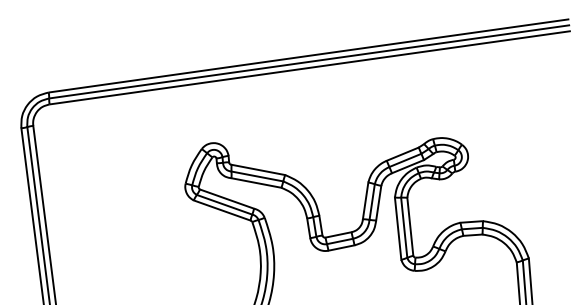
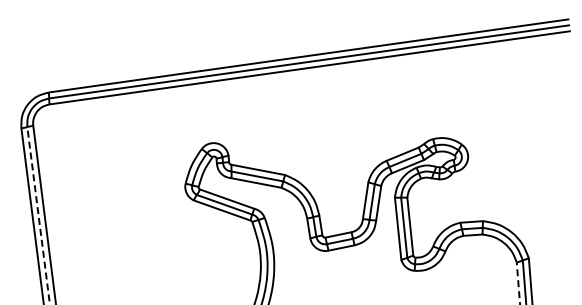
line at (38, 215): solid -> dashed
line at (518, 283): solid -> dashed
